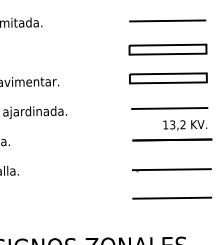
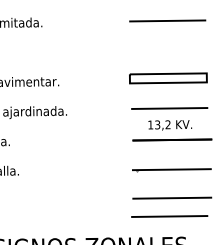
part at (167, 49): present -> none
text at (185, 125) position: (185, 125) -> (170, 125)
line at (169, 216): none -> present
